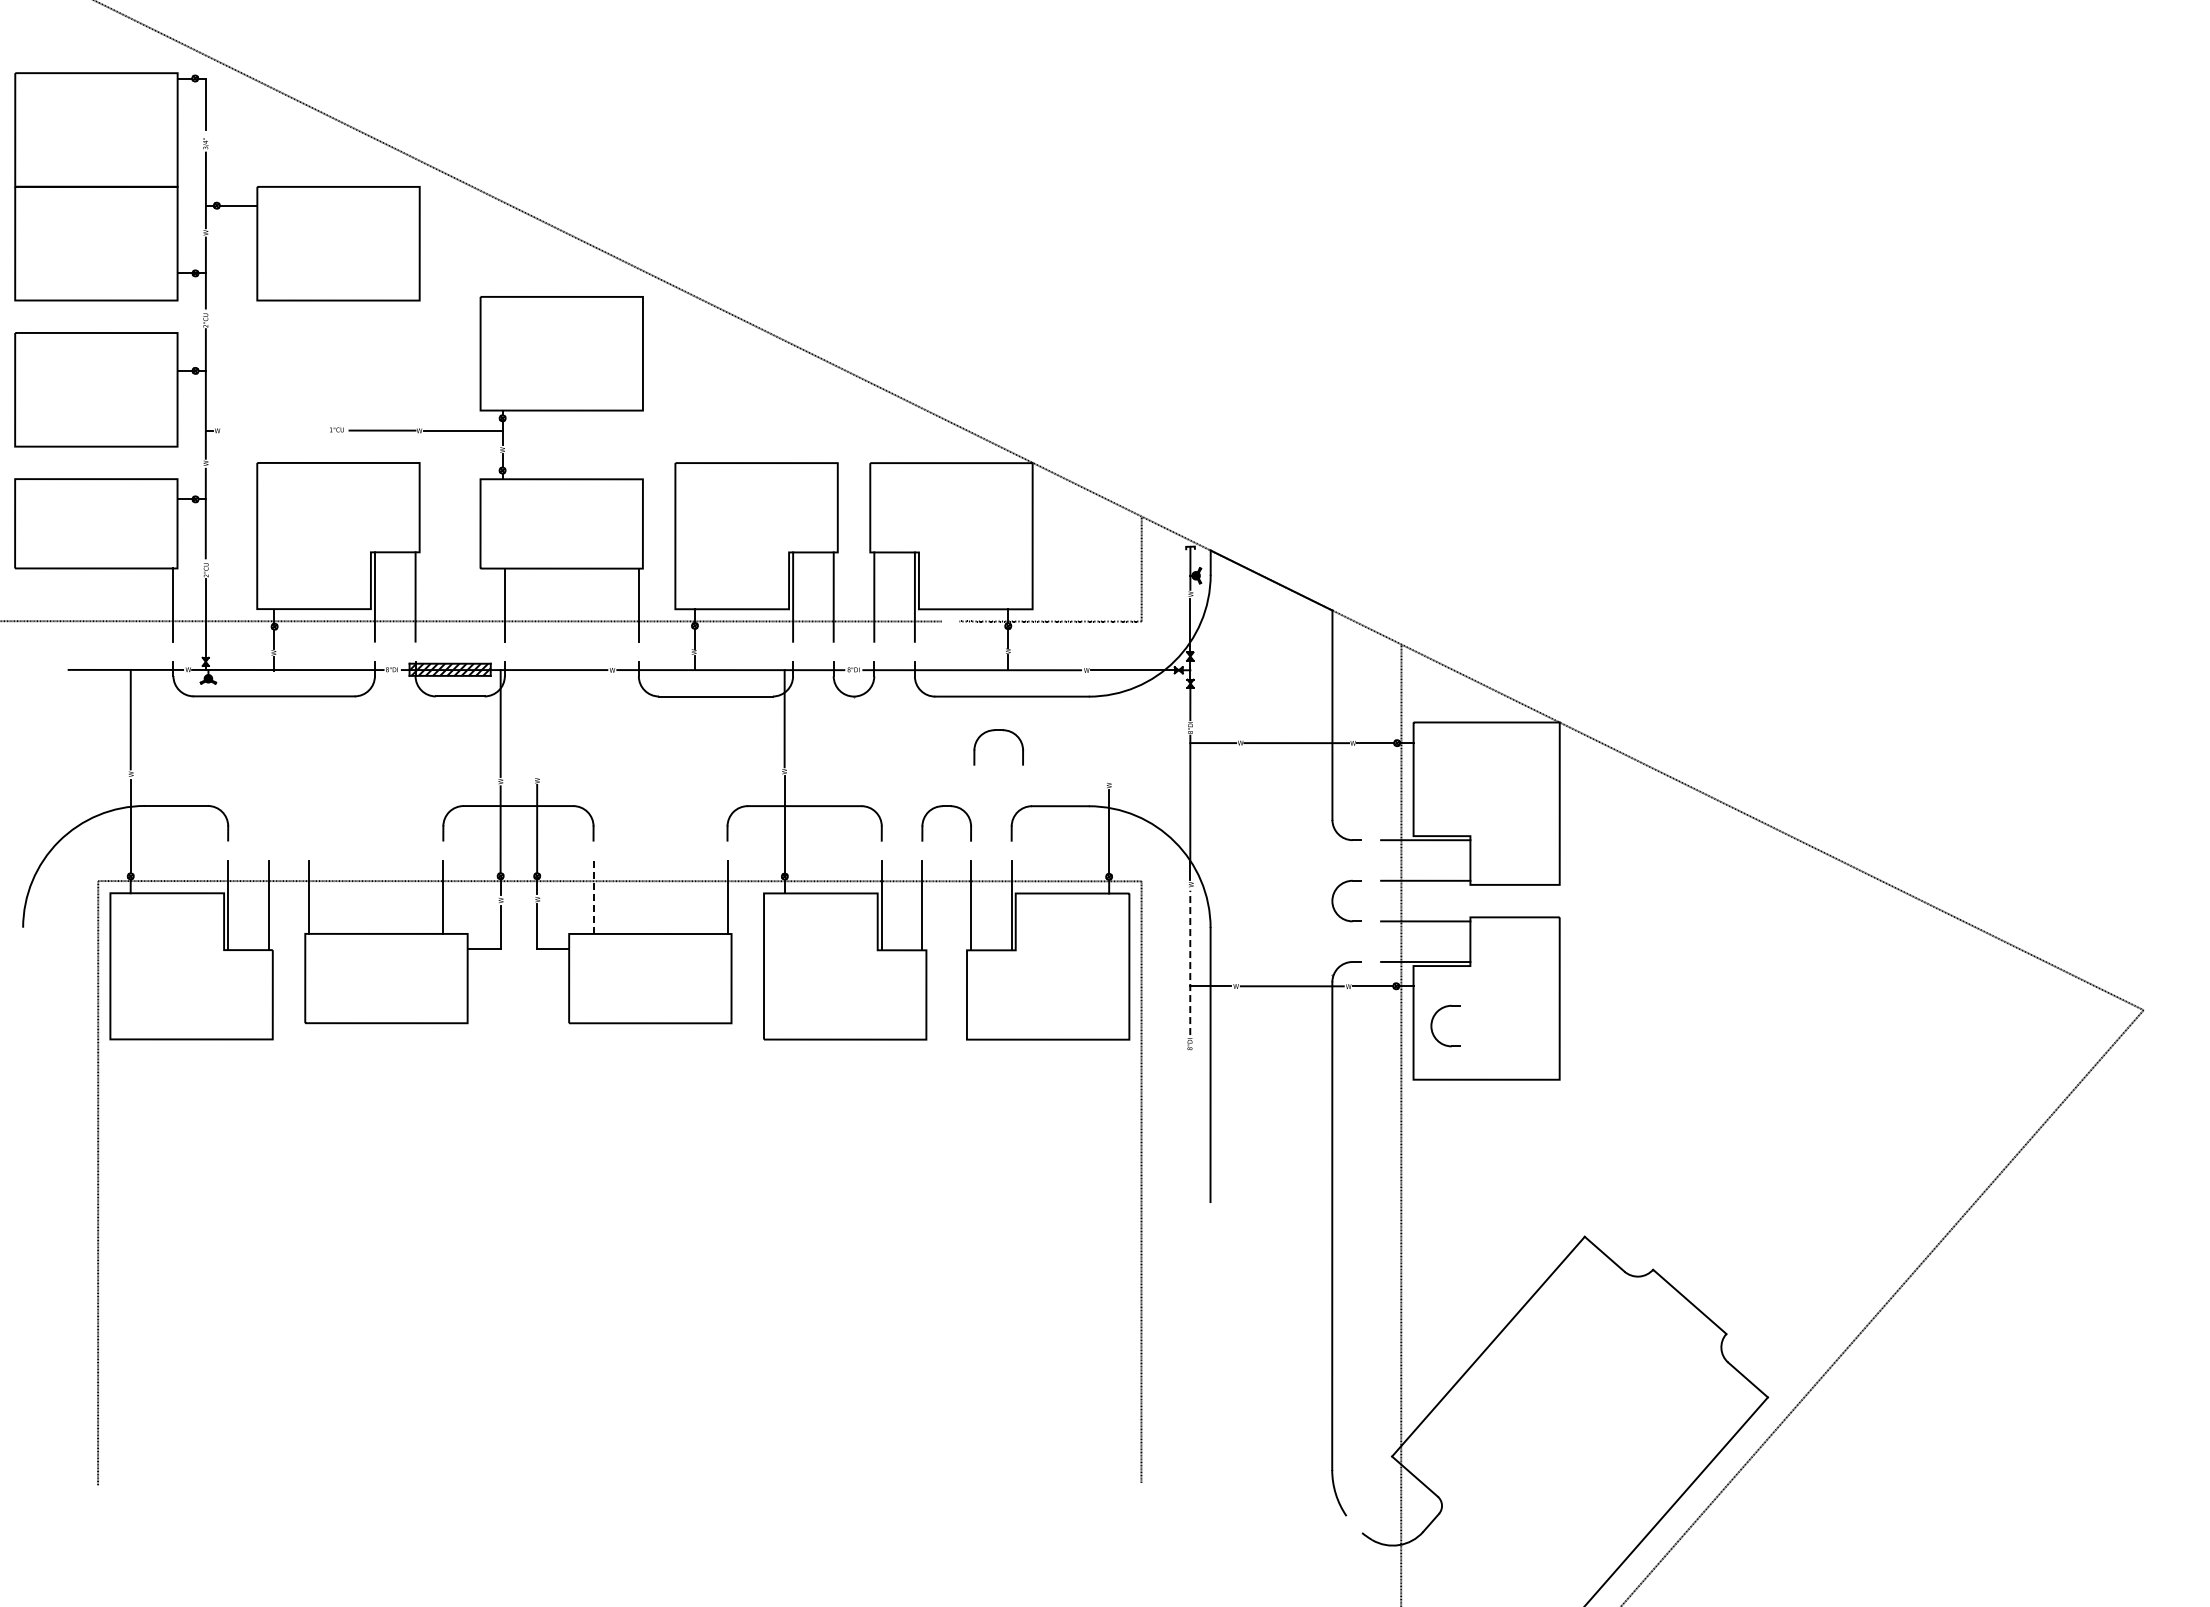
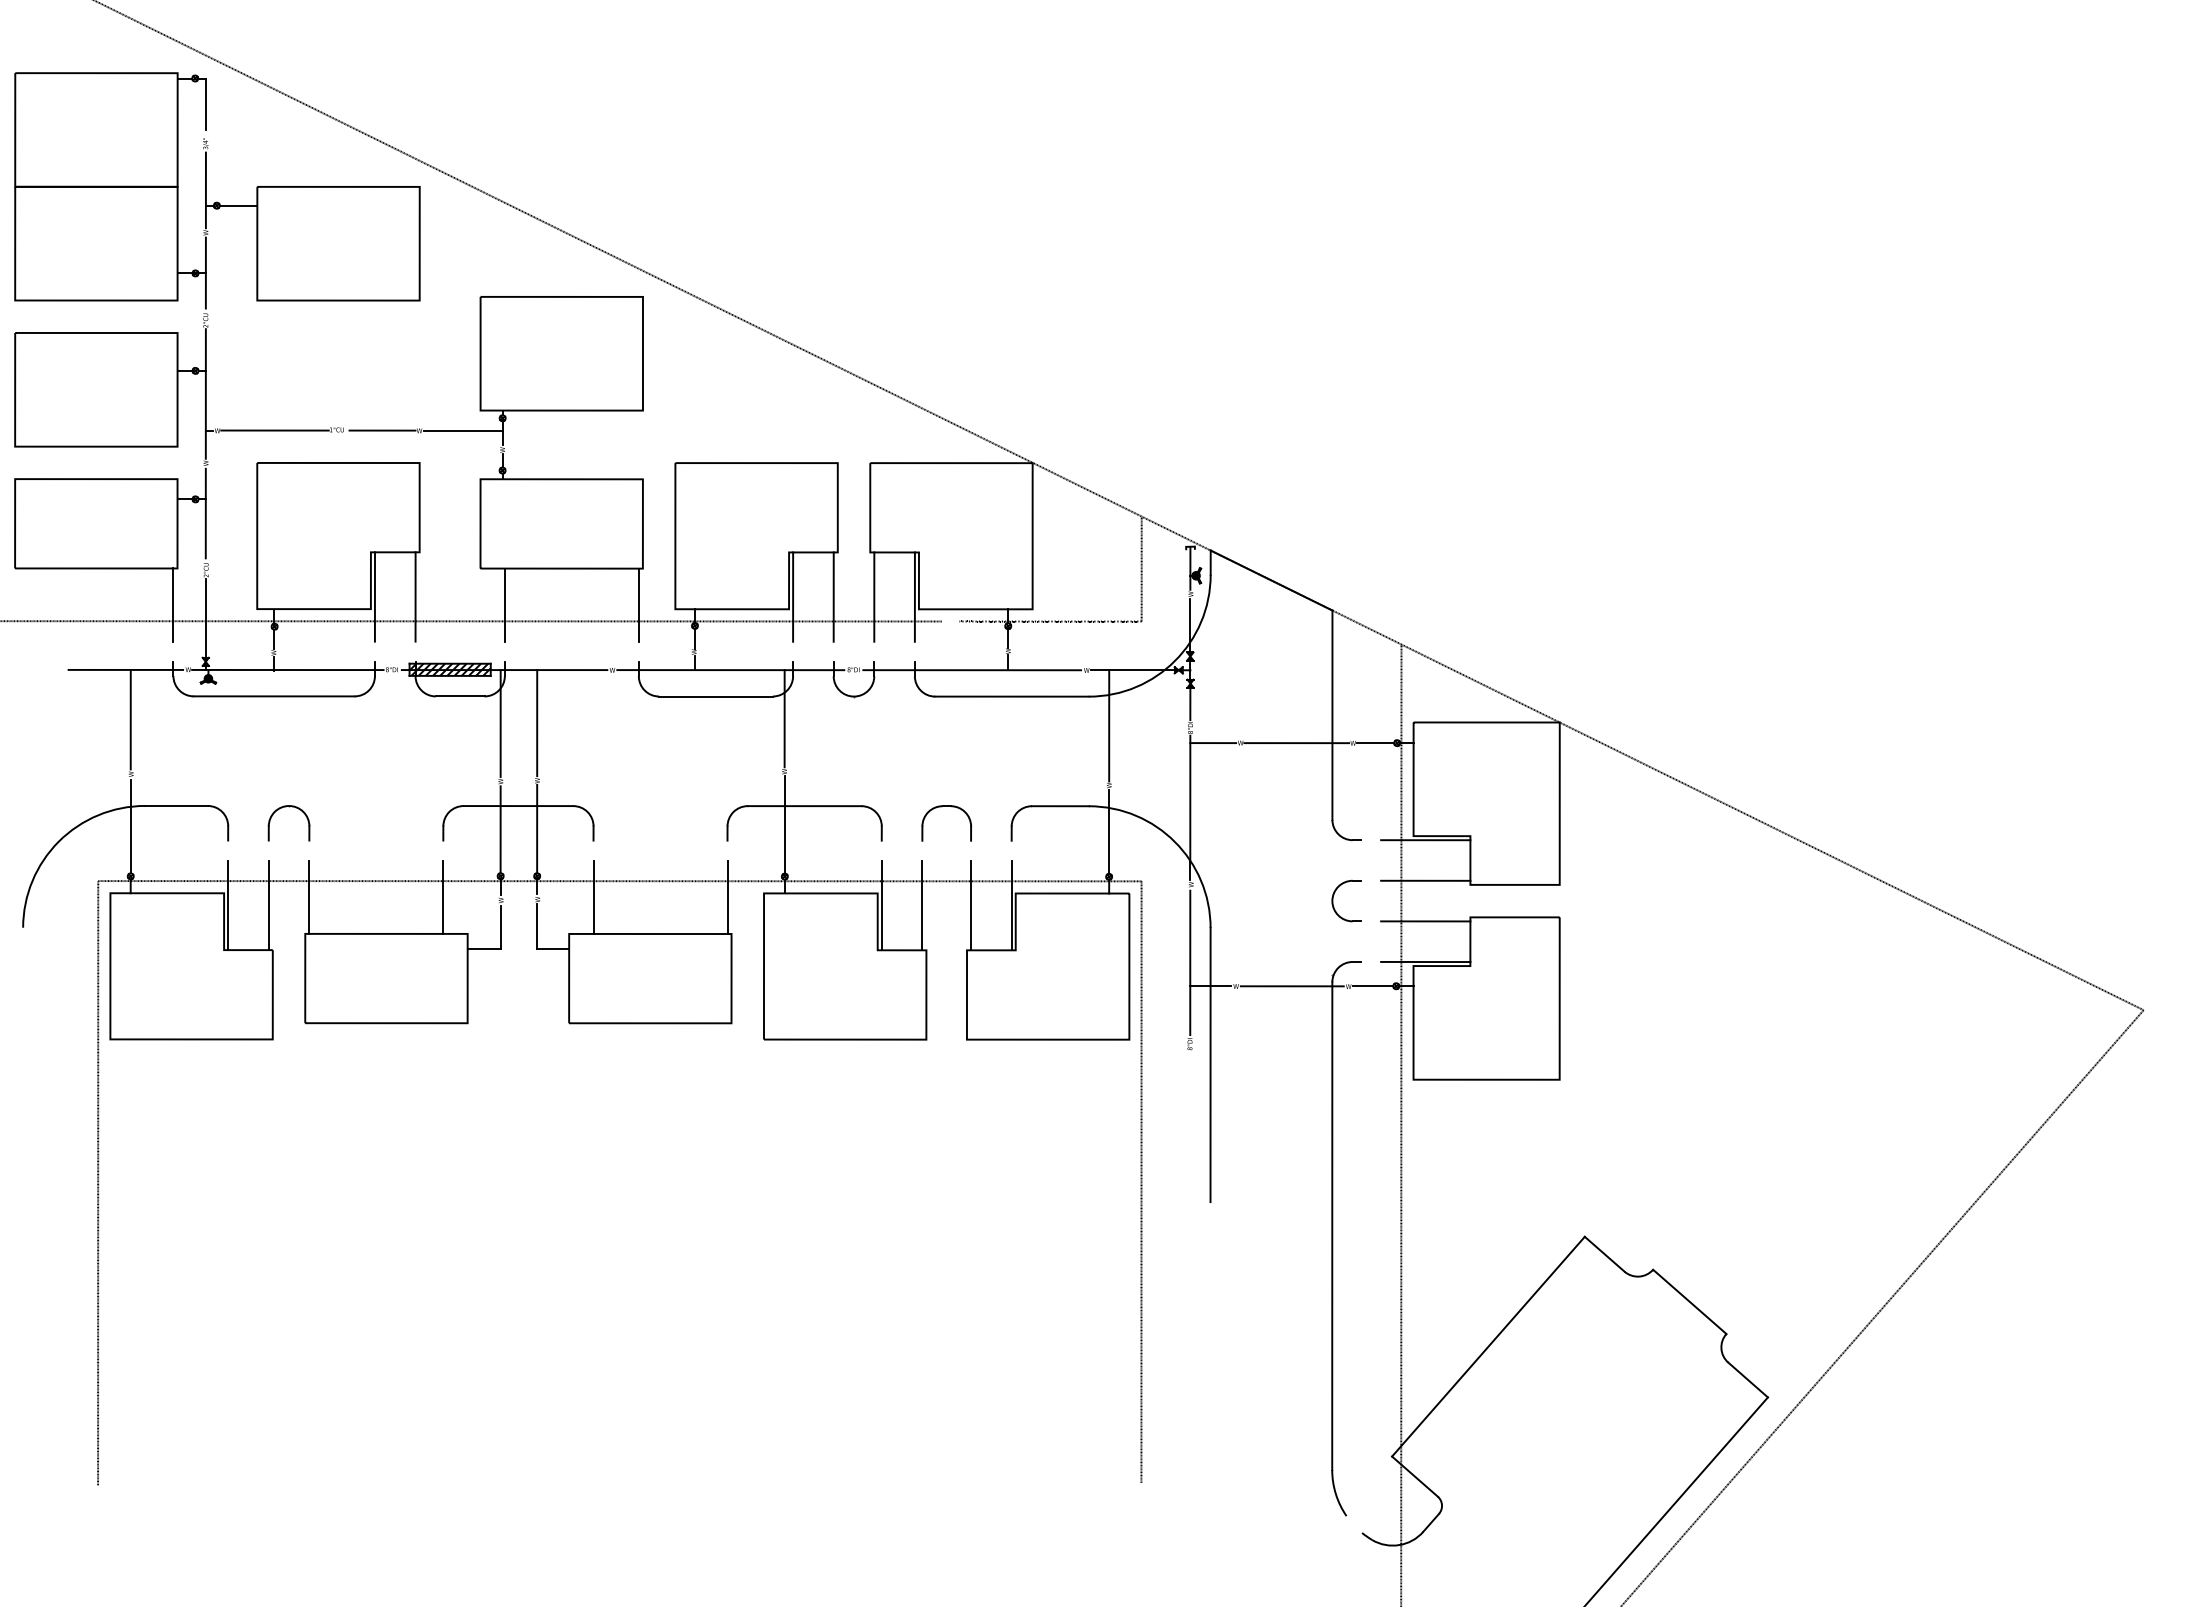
line at (274, 430): none -> present
line at (537, 723): none -> present
line at (1109, 725): none -> present
part at (994, 731): present -> none
part at (289, 807): none -> present
line at (593, 897): dashed -> solid
line at (1190, 962): dashed -> solid
part at (1433, 1020): present -> none
